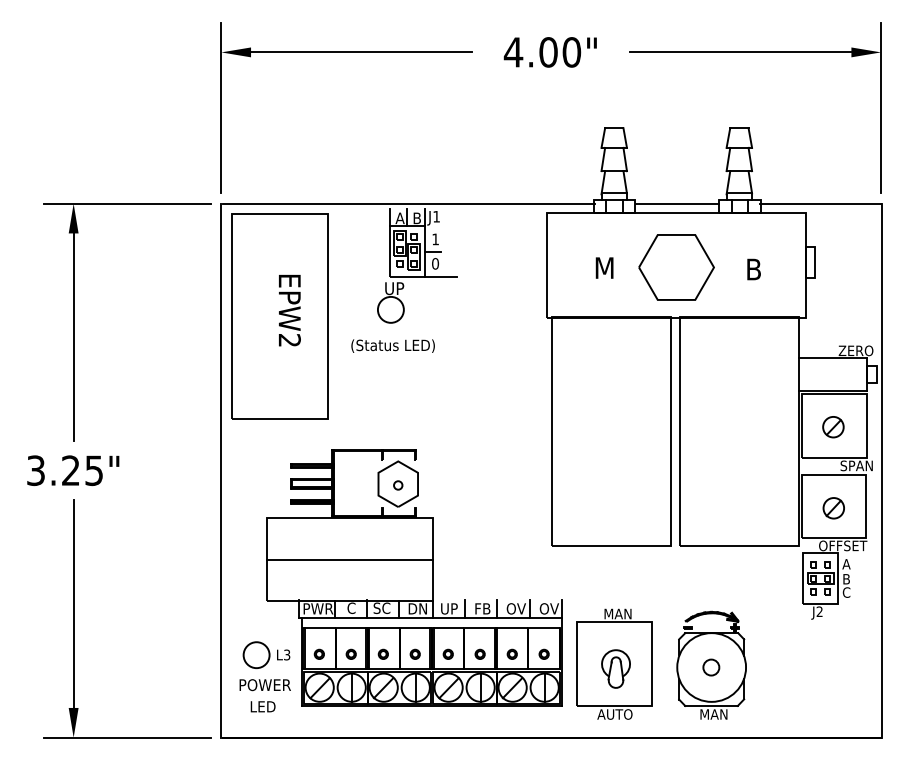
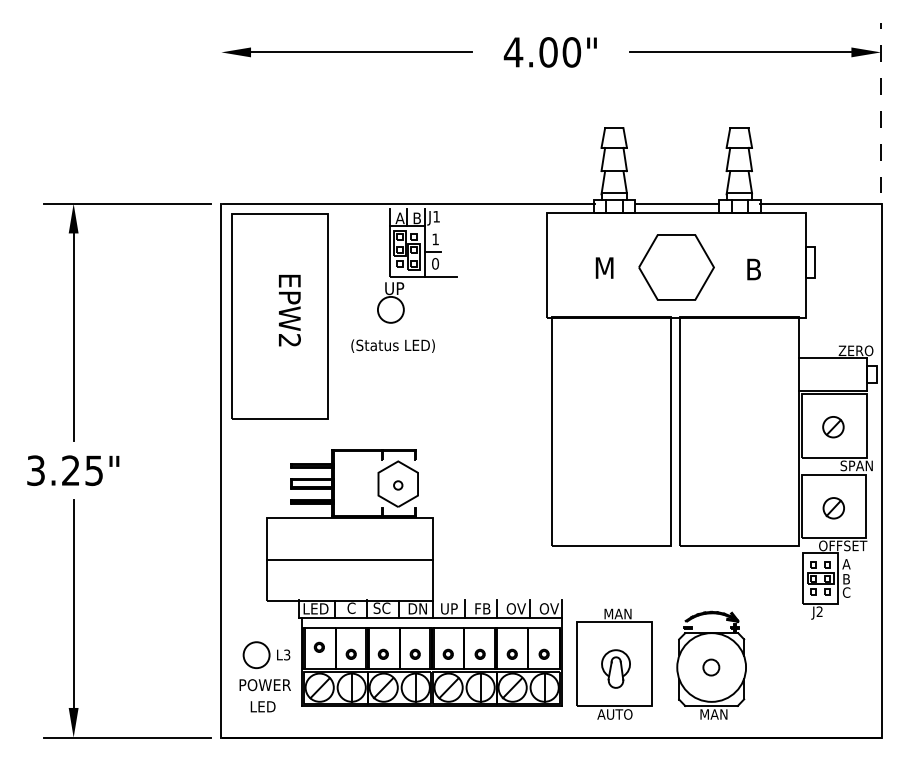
line at (221, 107): present -> none
line at (881, 107): solid -> dashed
text at (319, 608): PWR -> LED
part at (318, 653) position: (318, 653) -> (318, 646)
